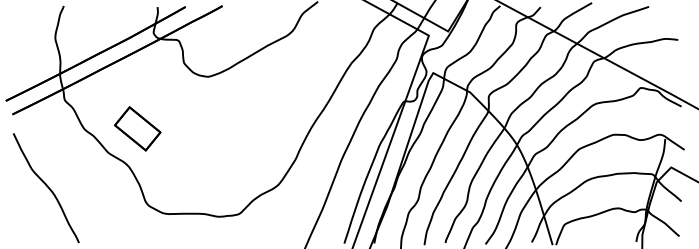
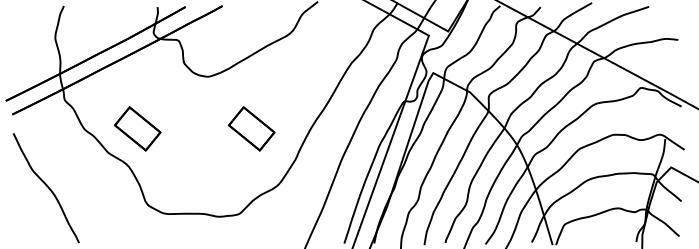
part at (251, 128): none -> present
